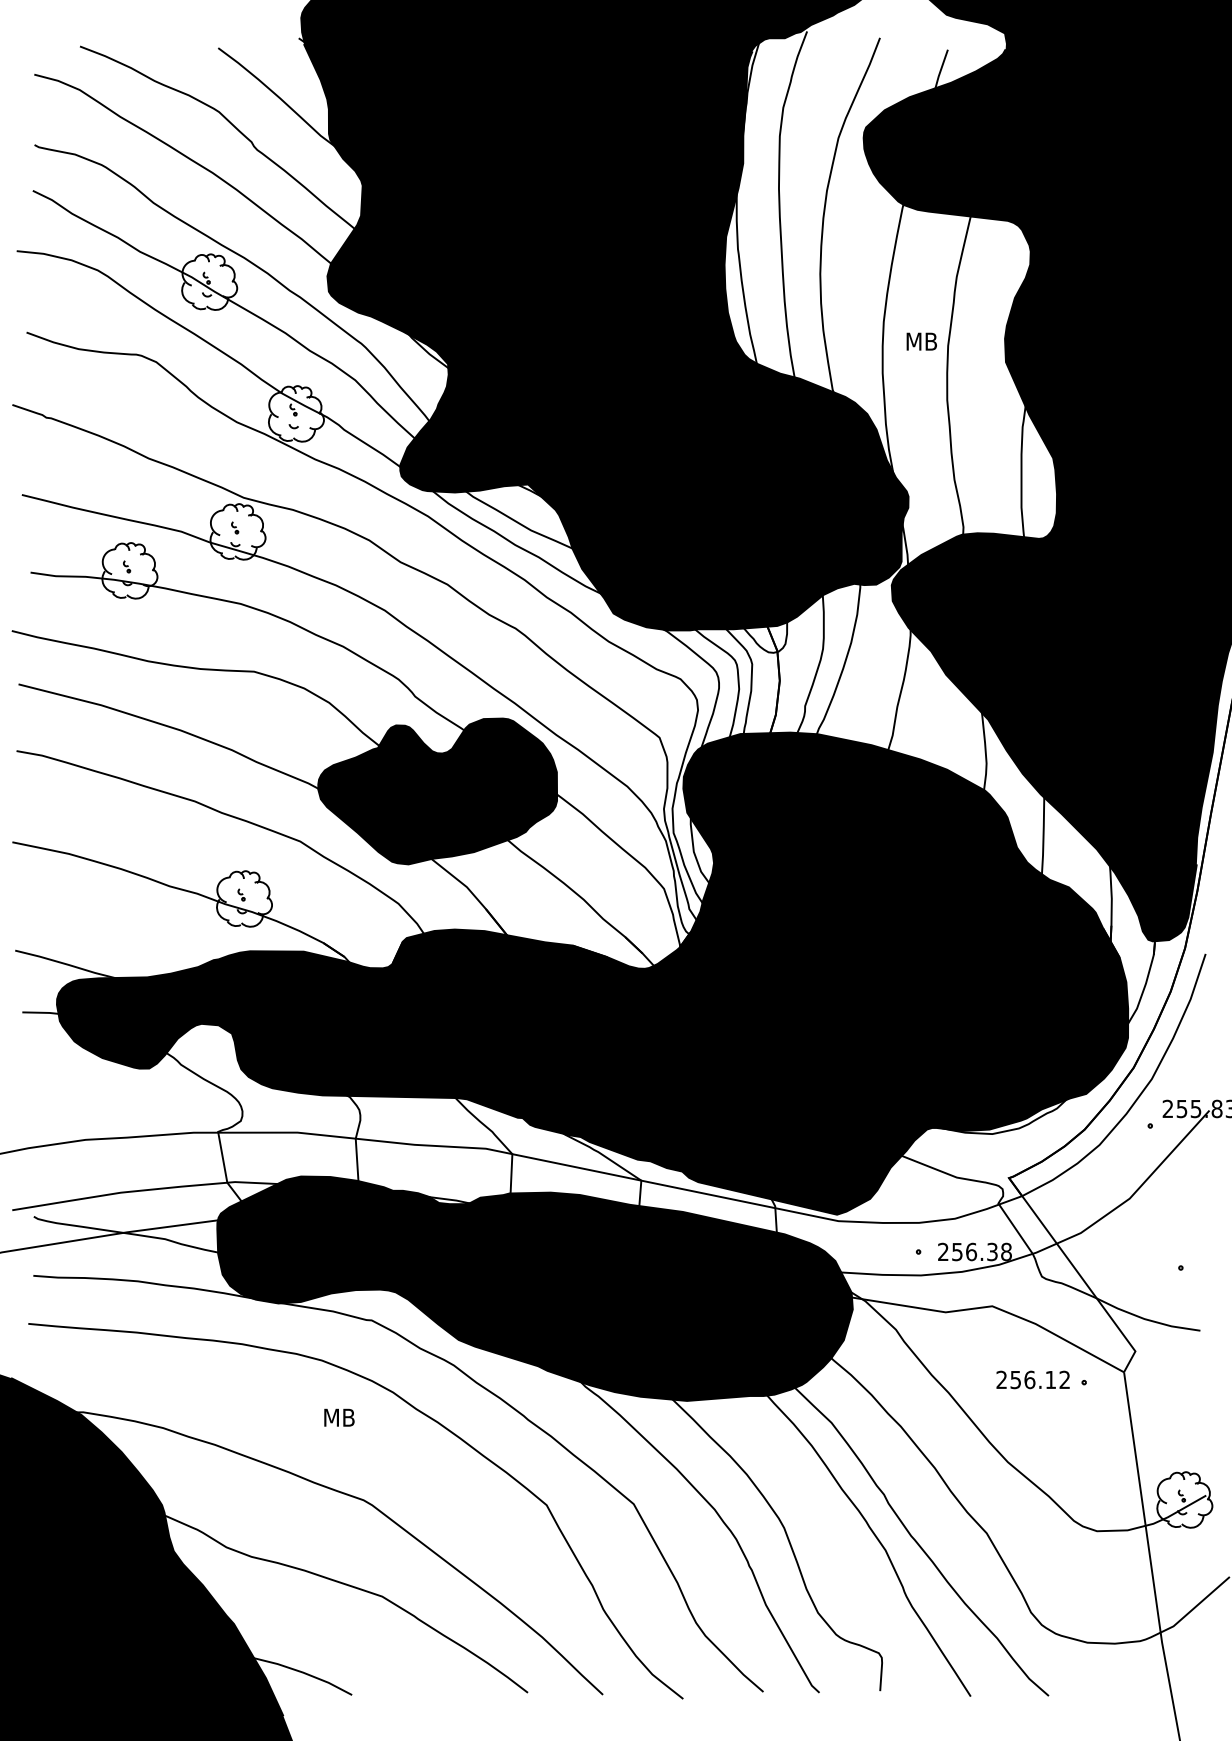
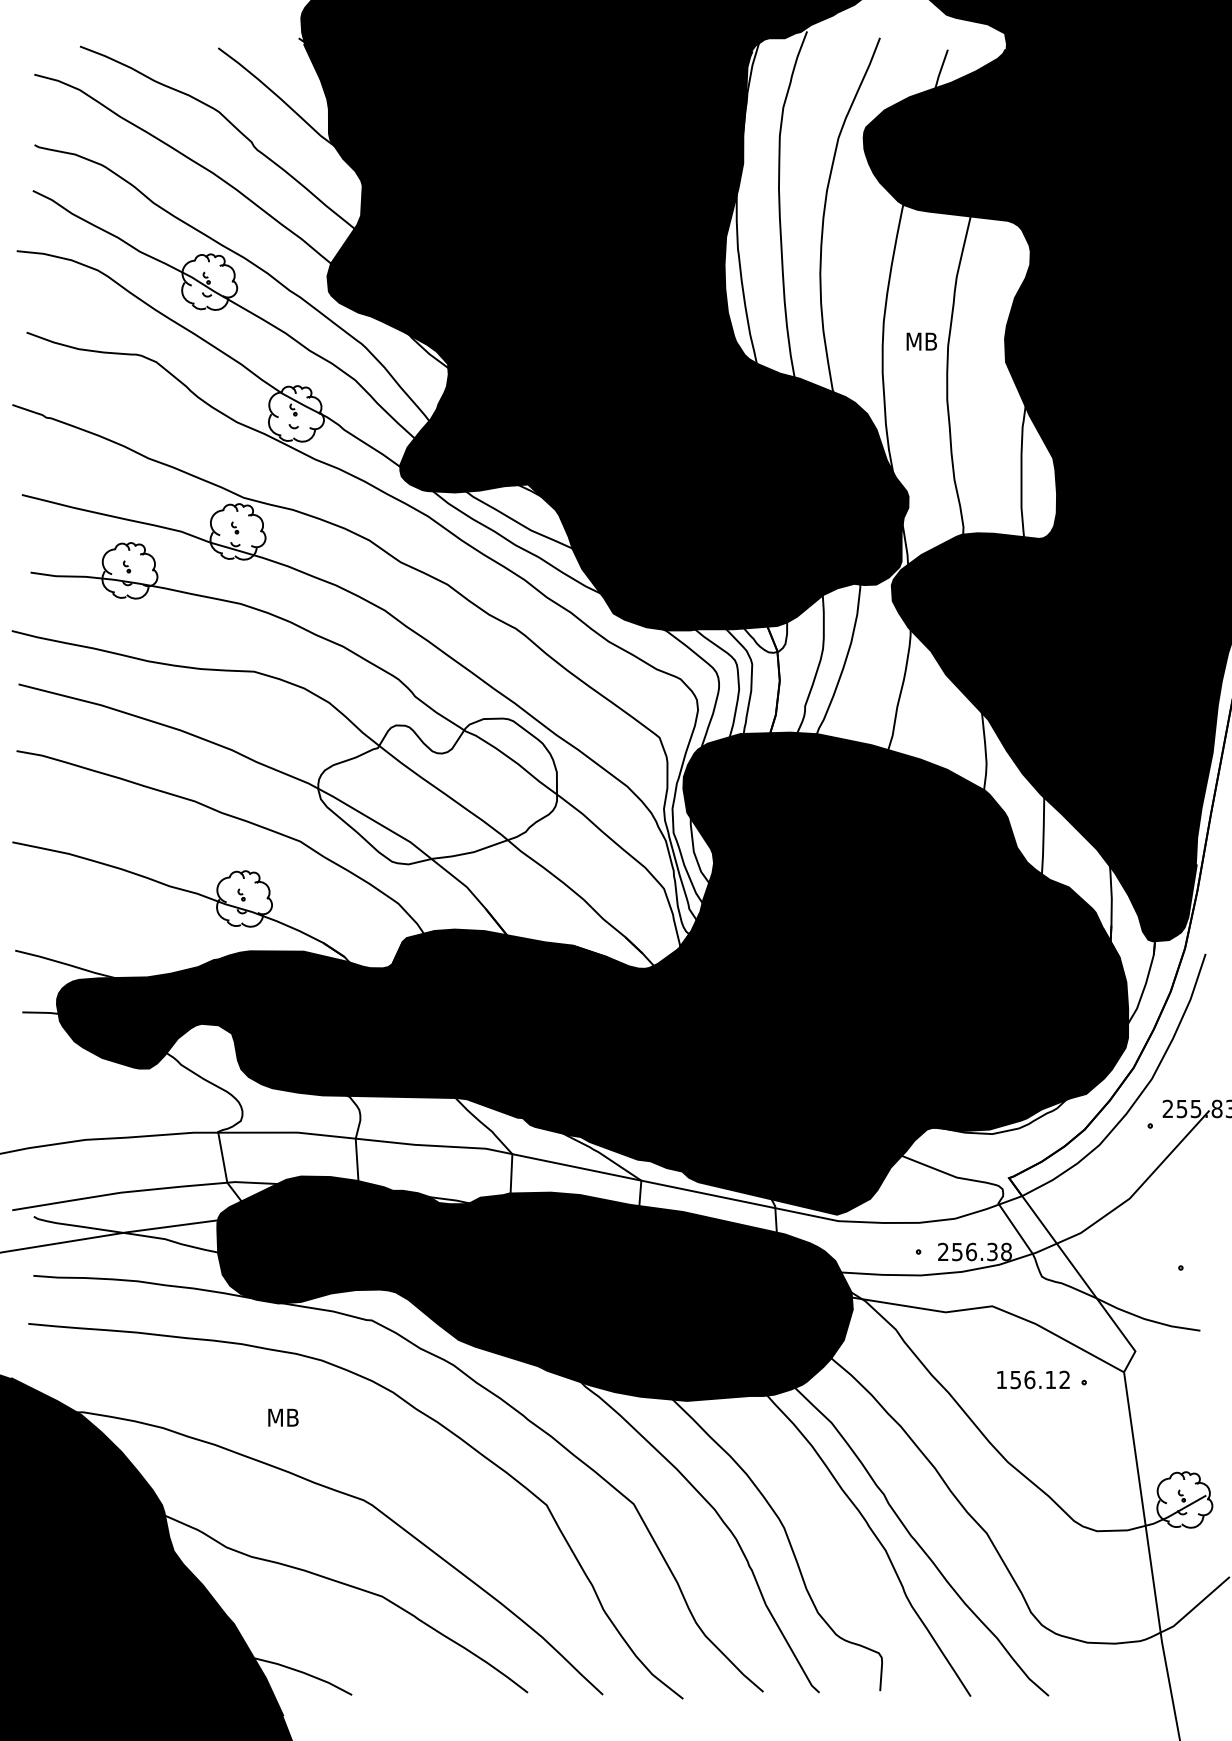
fill at (437, 791): present -> none
text at (1001, 1379): 256.12 -> 156.12
text at (339, 1417) position: (339, 1417) -> (283, 1417)
